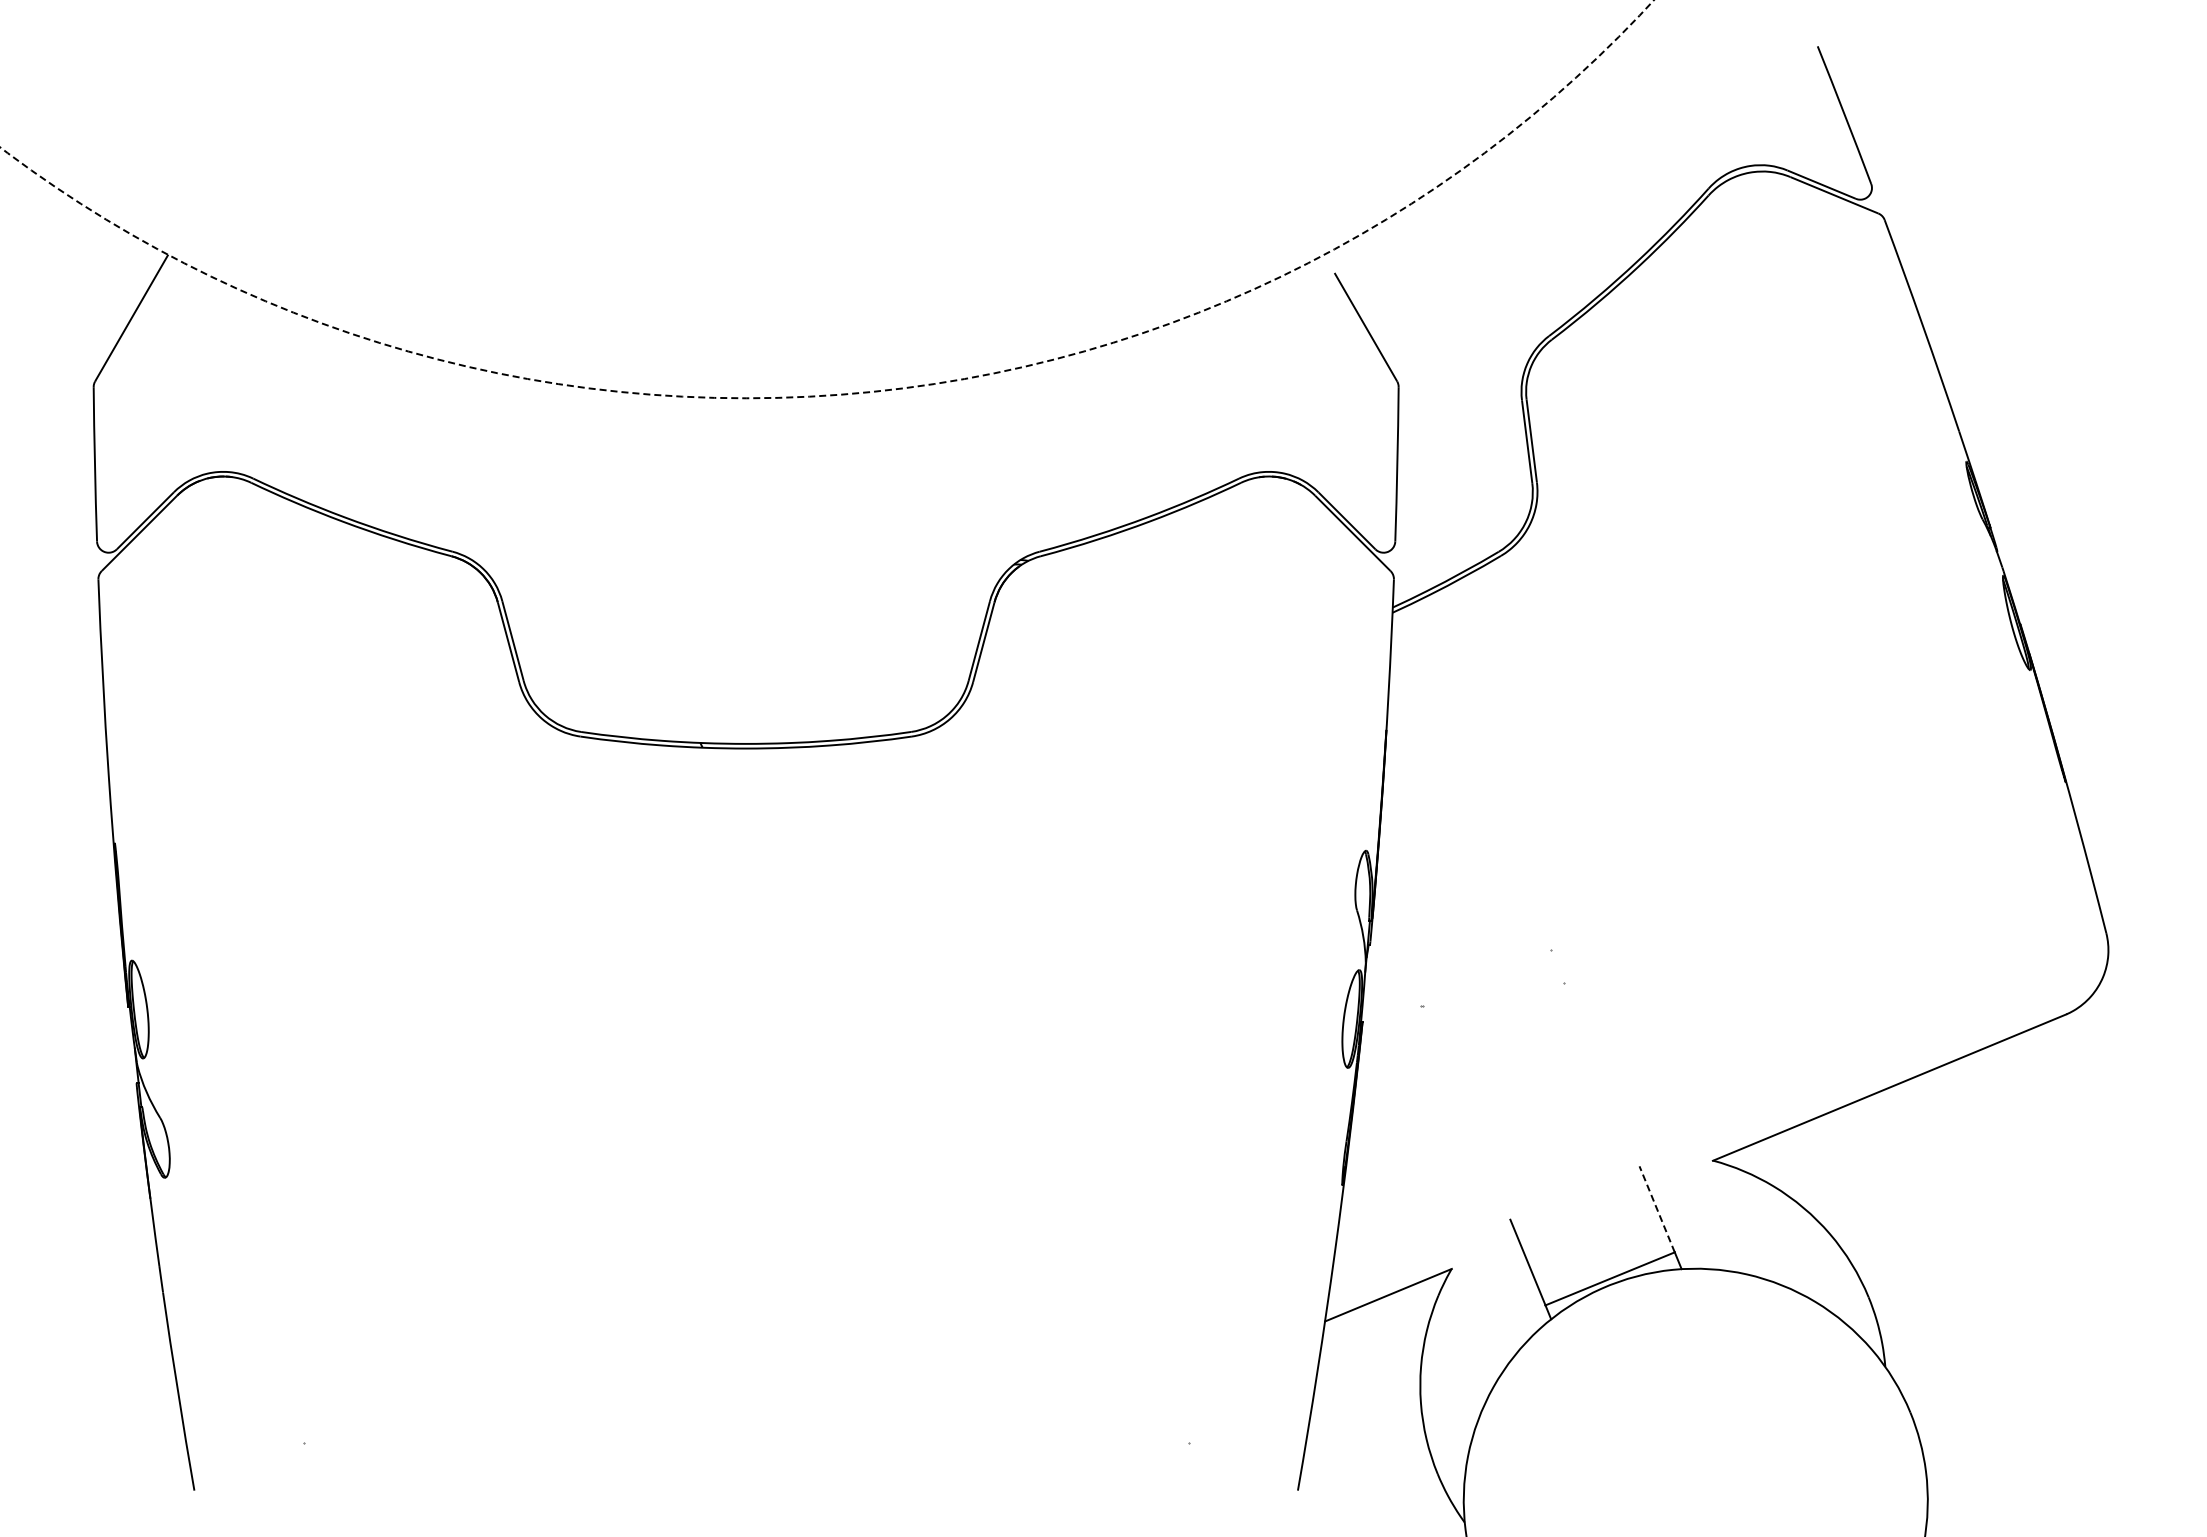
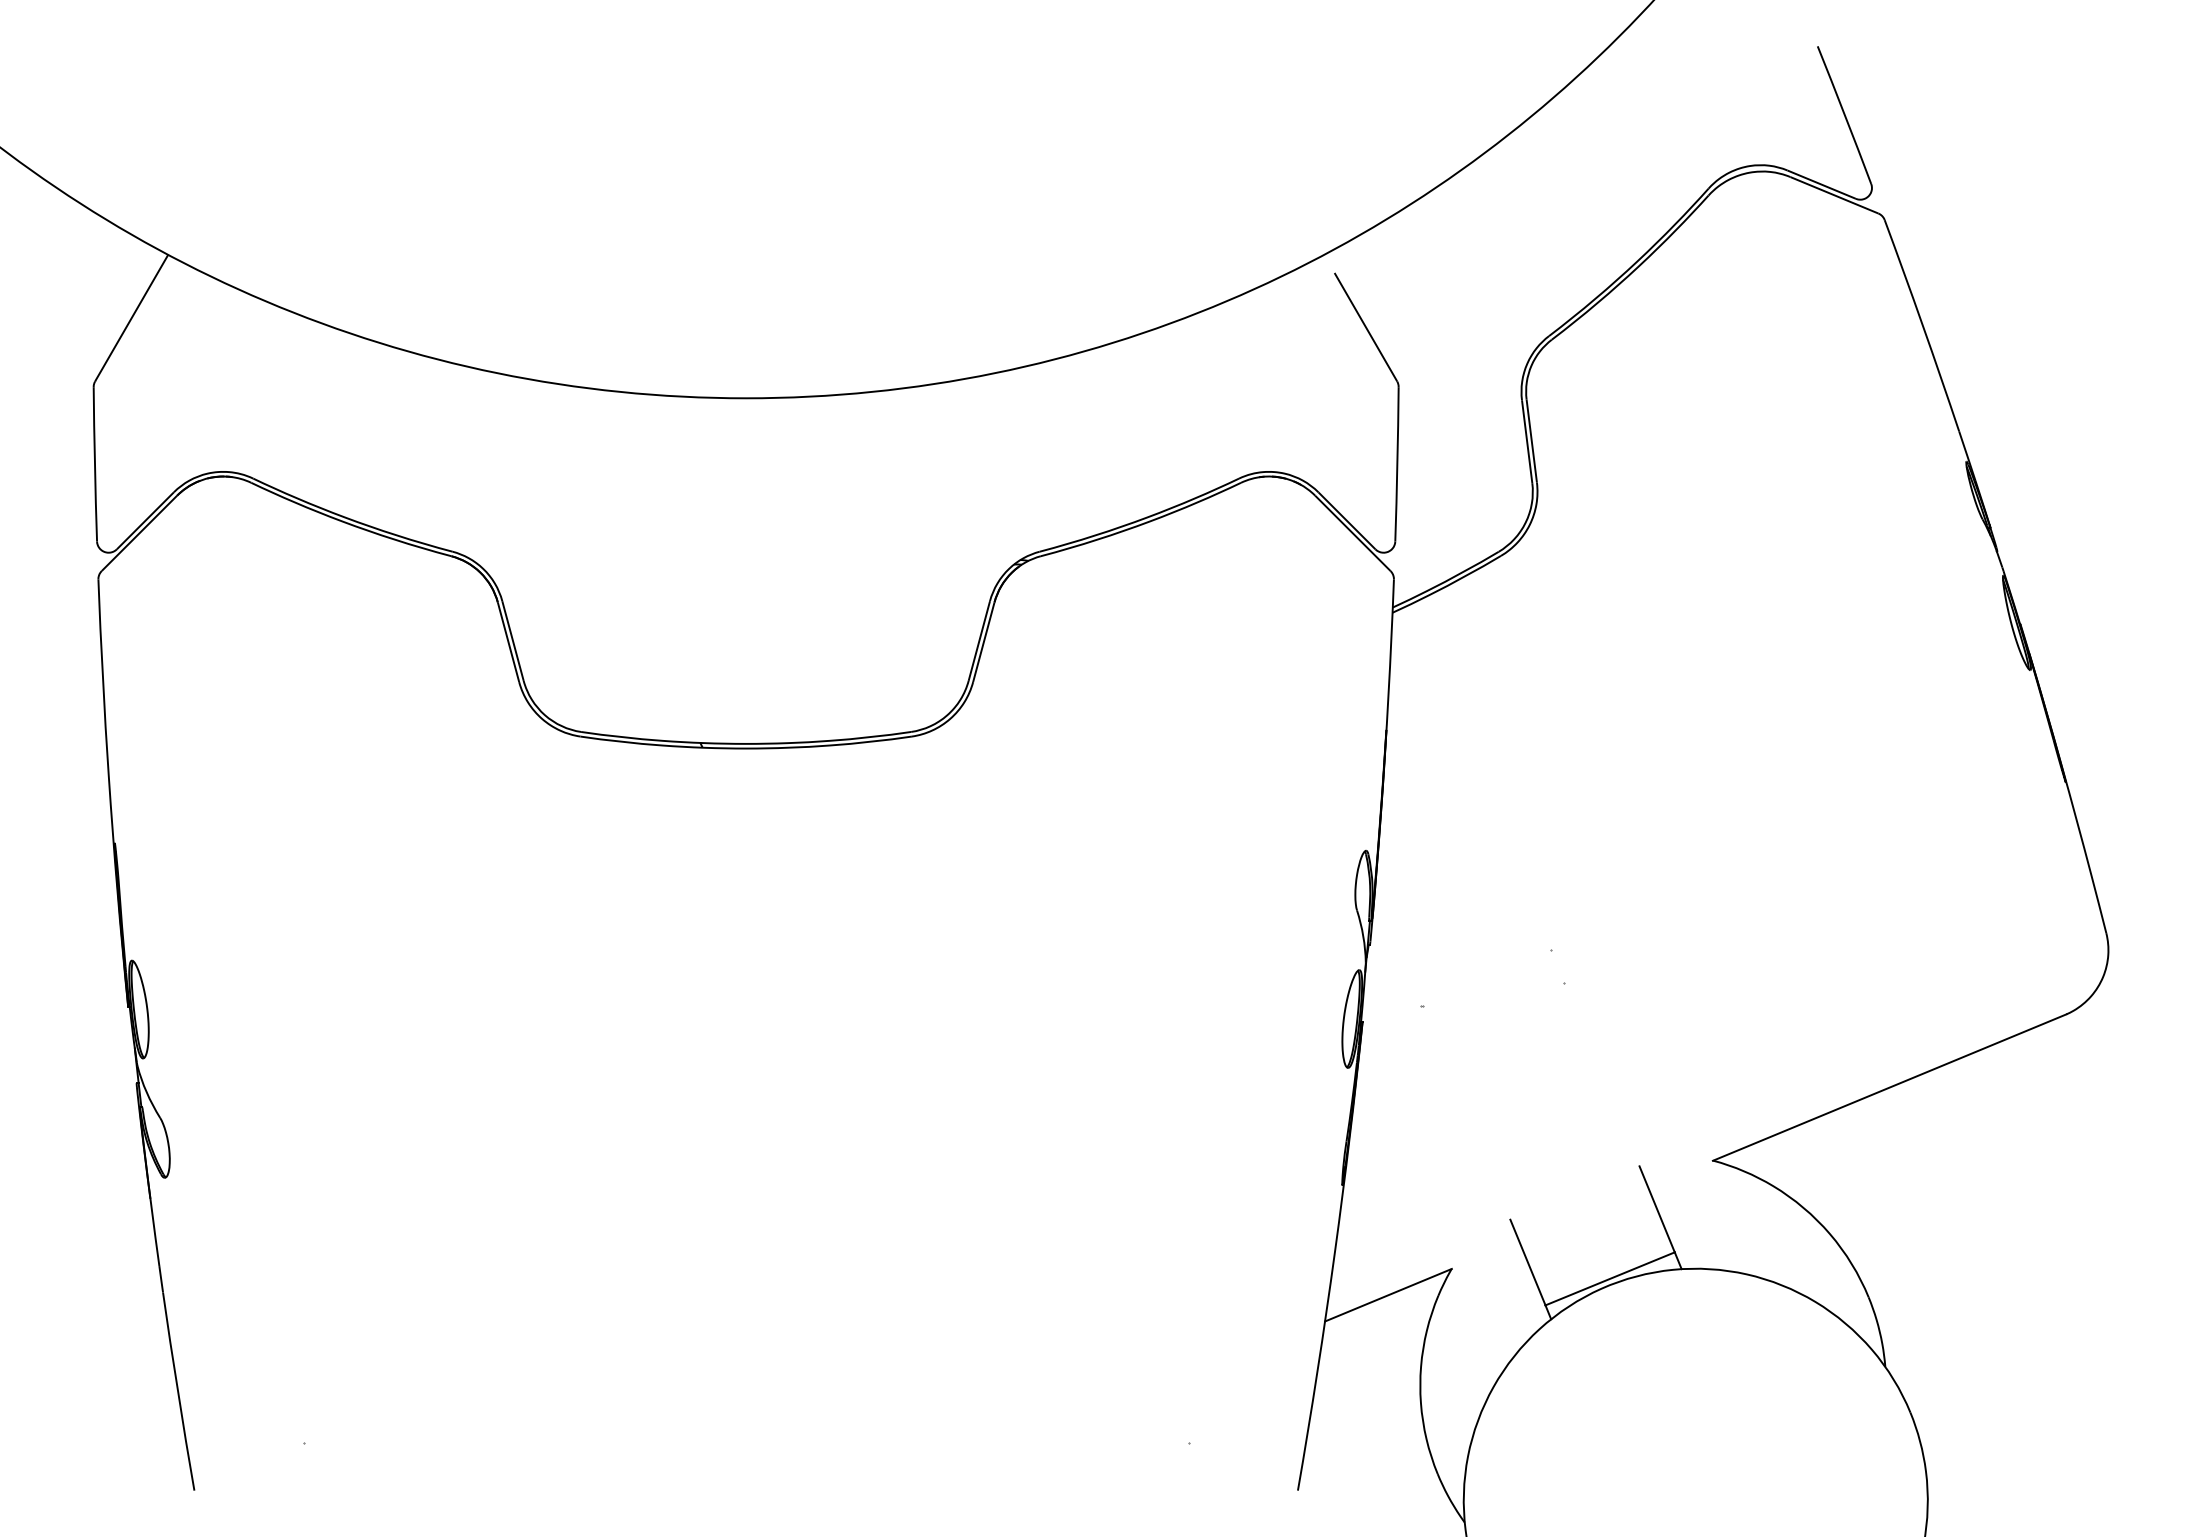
circle at (826, 199): dashed -> solid
line at (1656, 1208): dashed -> solid
